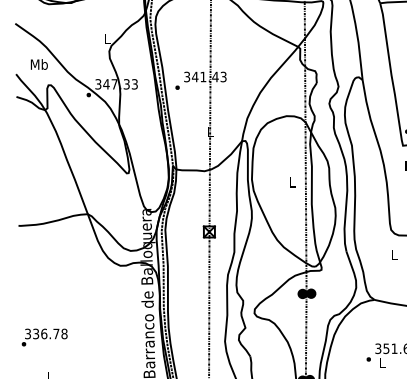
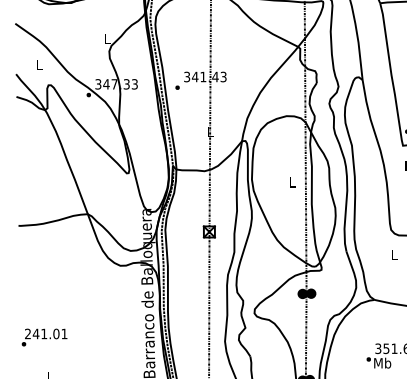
text at (38, 64): Mb -> L
text at (46, 333): 336.78 -> 241.01
text at (382, 362): L -> Mb
